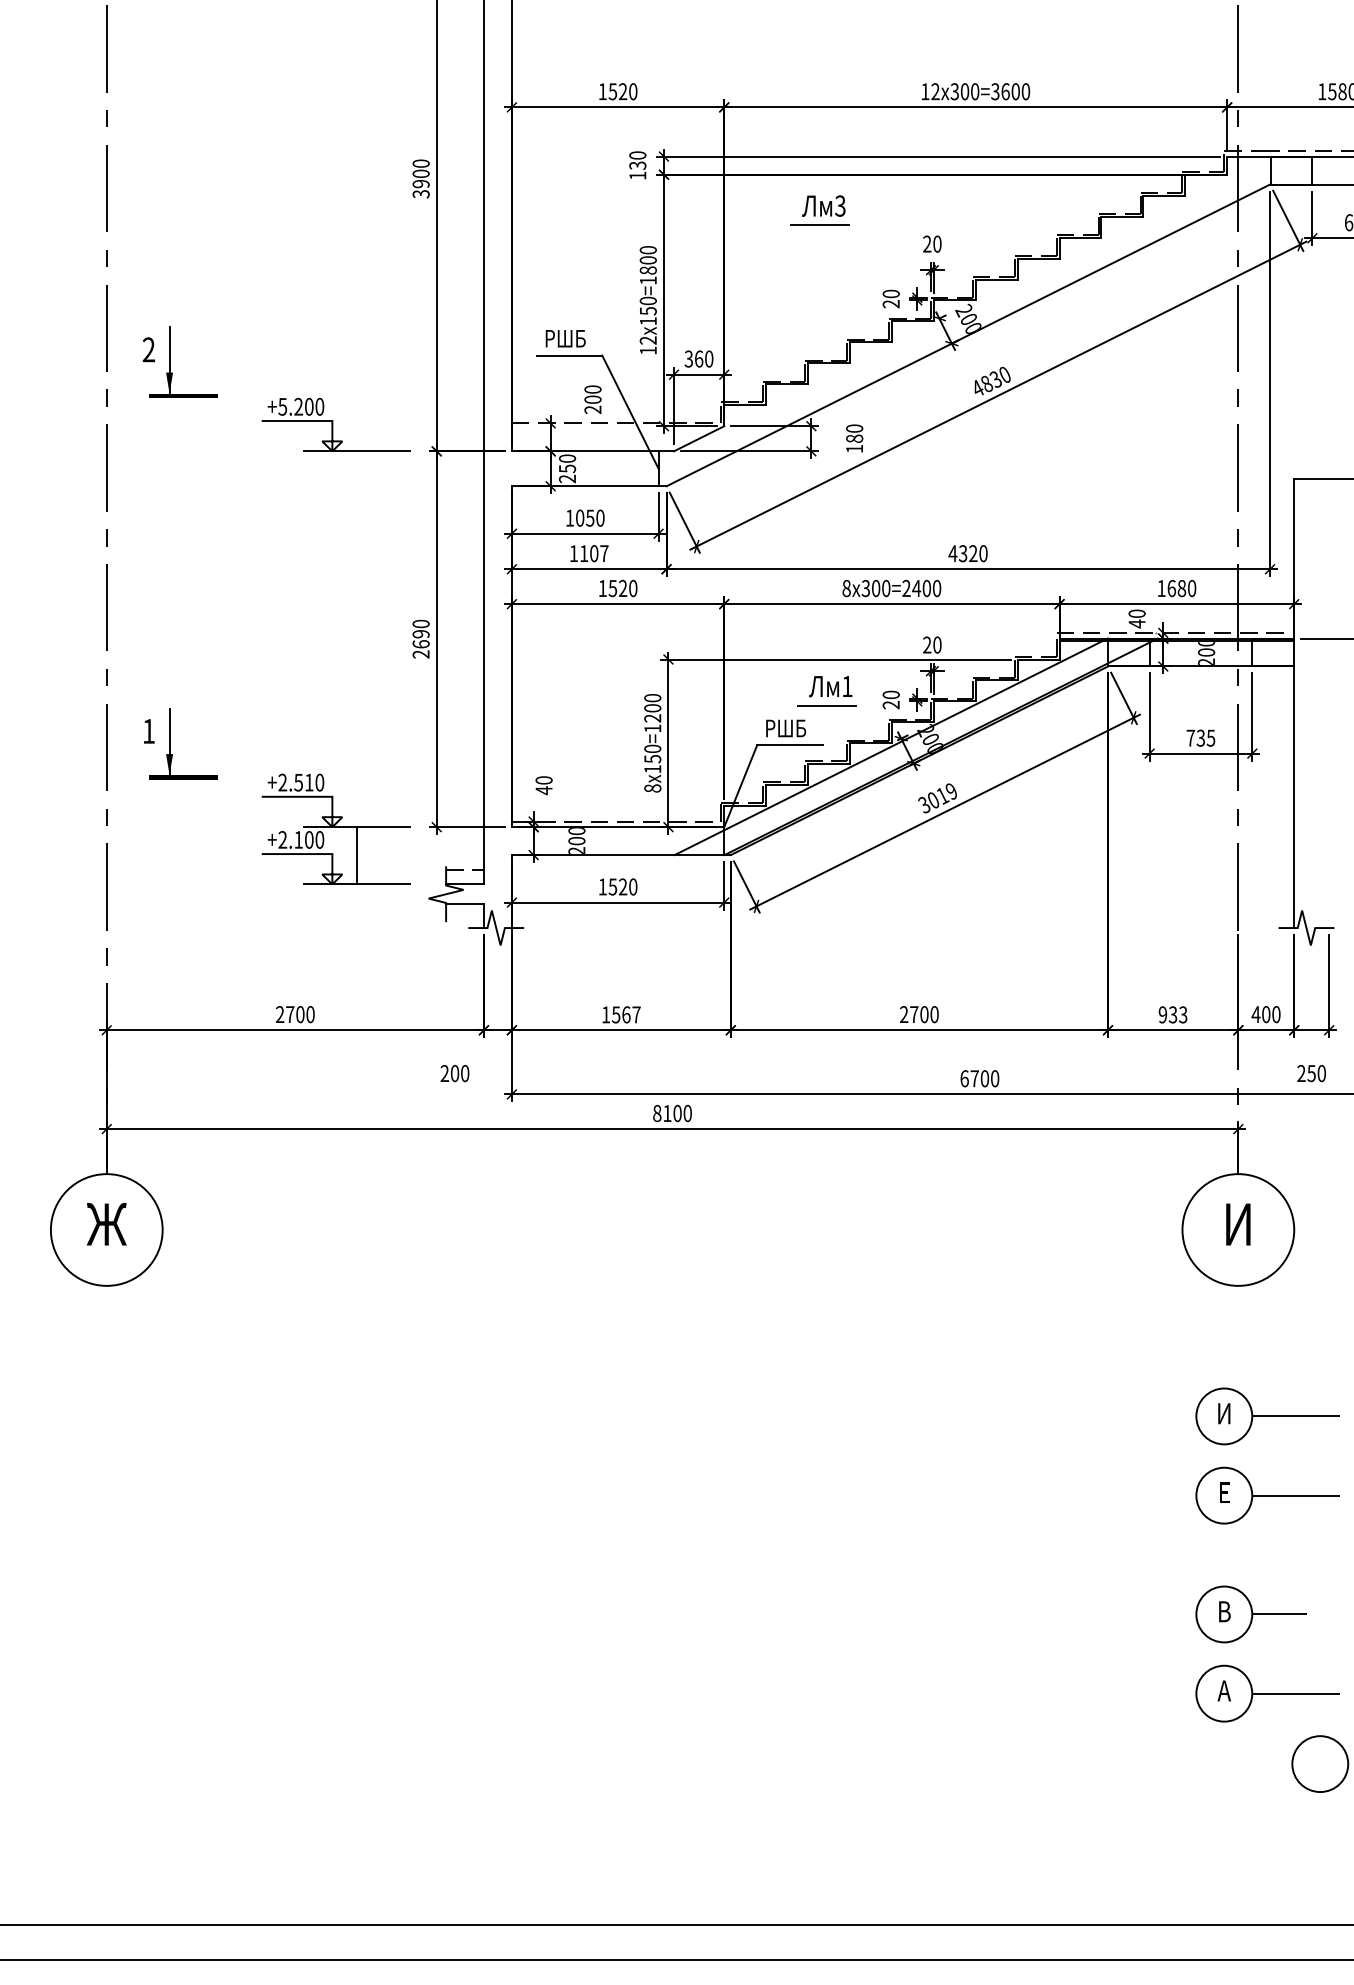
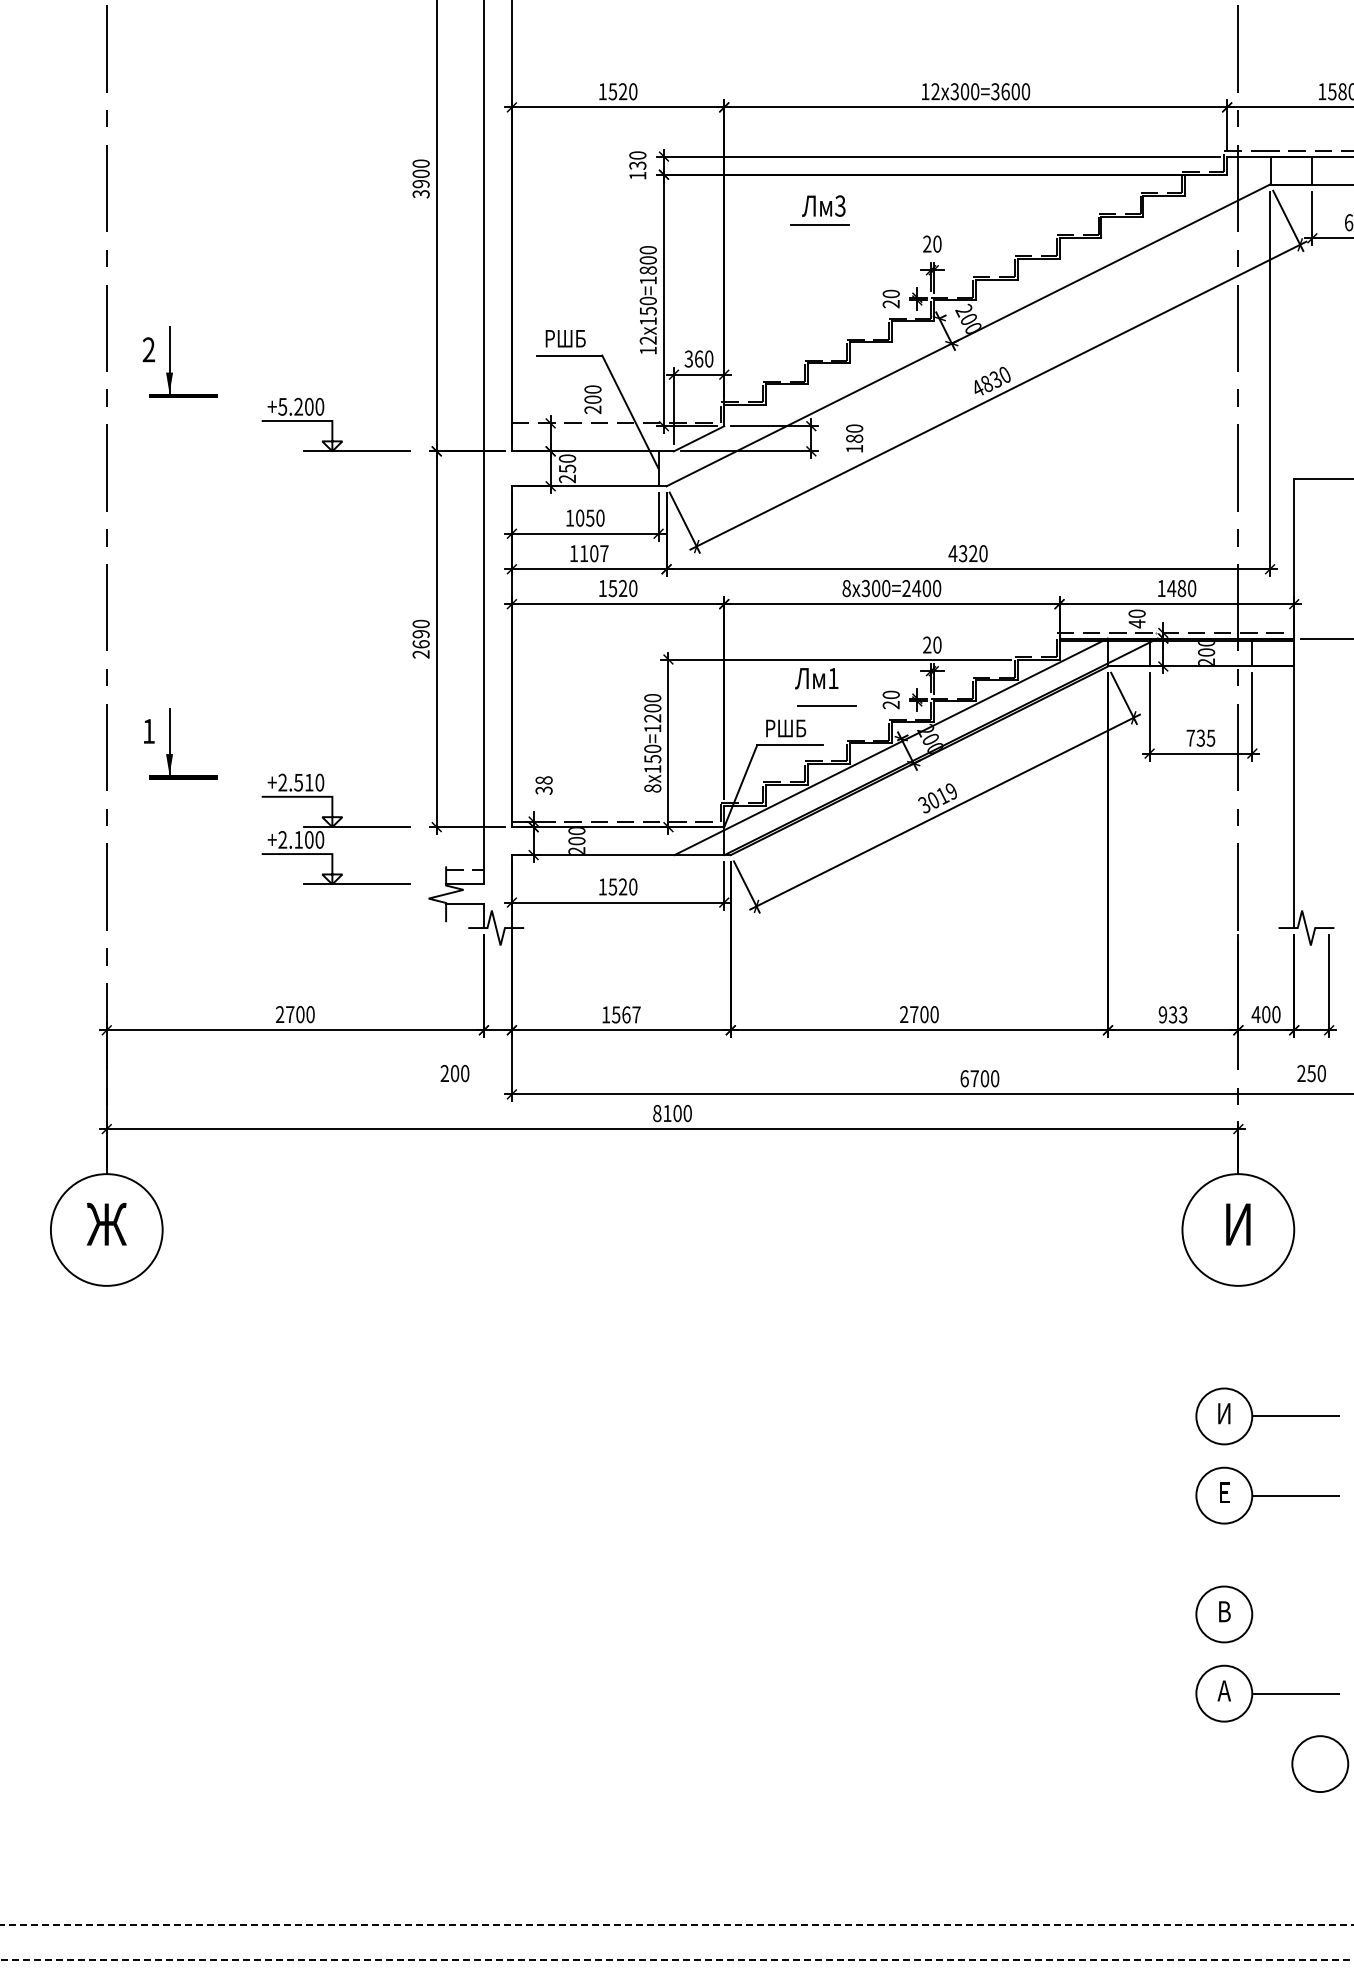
text at (1171, 588): 1680 -> 1480
text at (830, 686) position: (830, 686) -> (816, 678)
text at (543, 785): 40 -> 38
line at (356, 855): present -> none
line at (1279, 1614): present -> none
line at (677, 1925): solid -> dashed
line at (676, 1960): solid -> dashed
